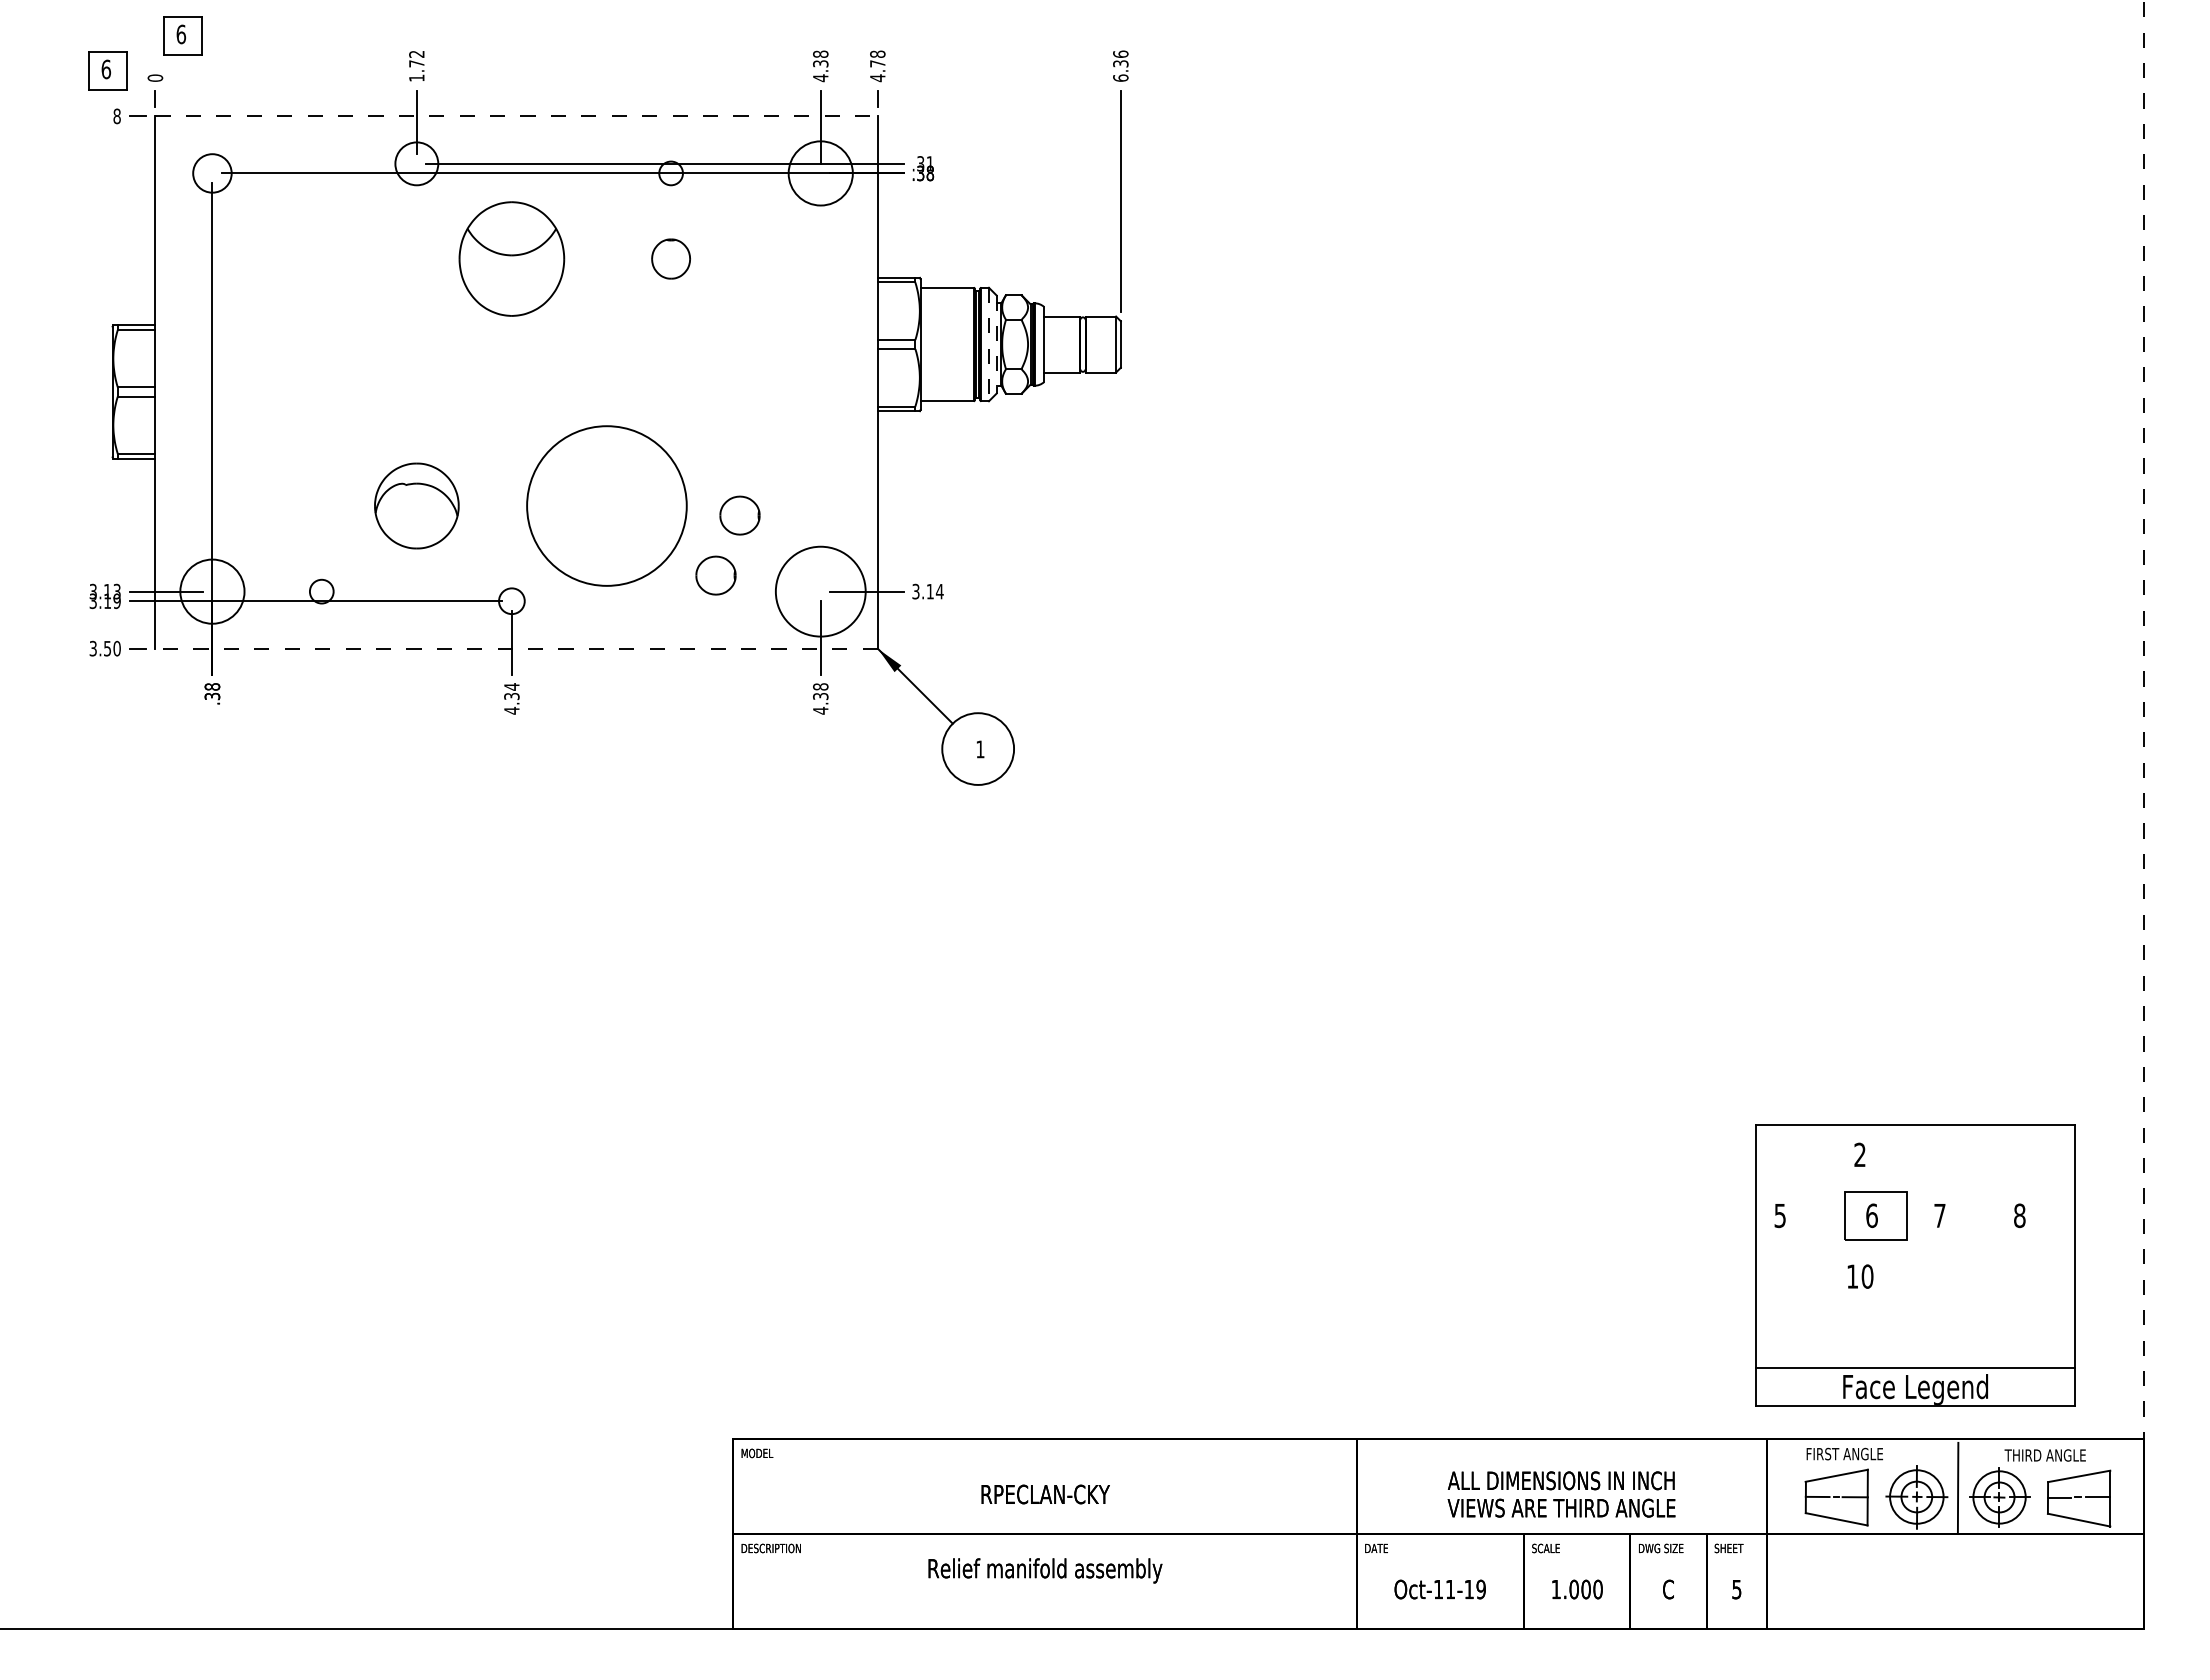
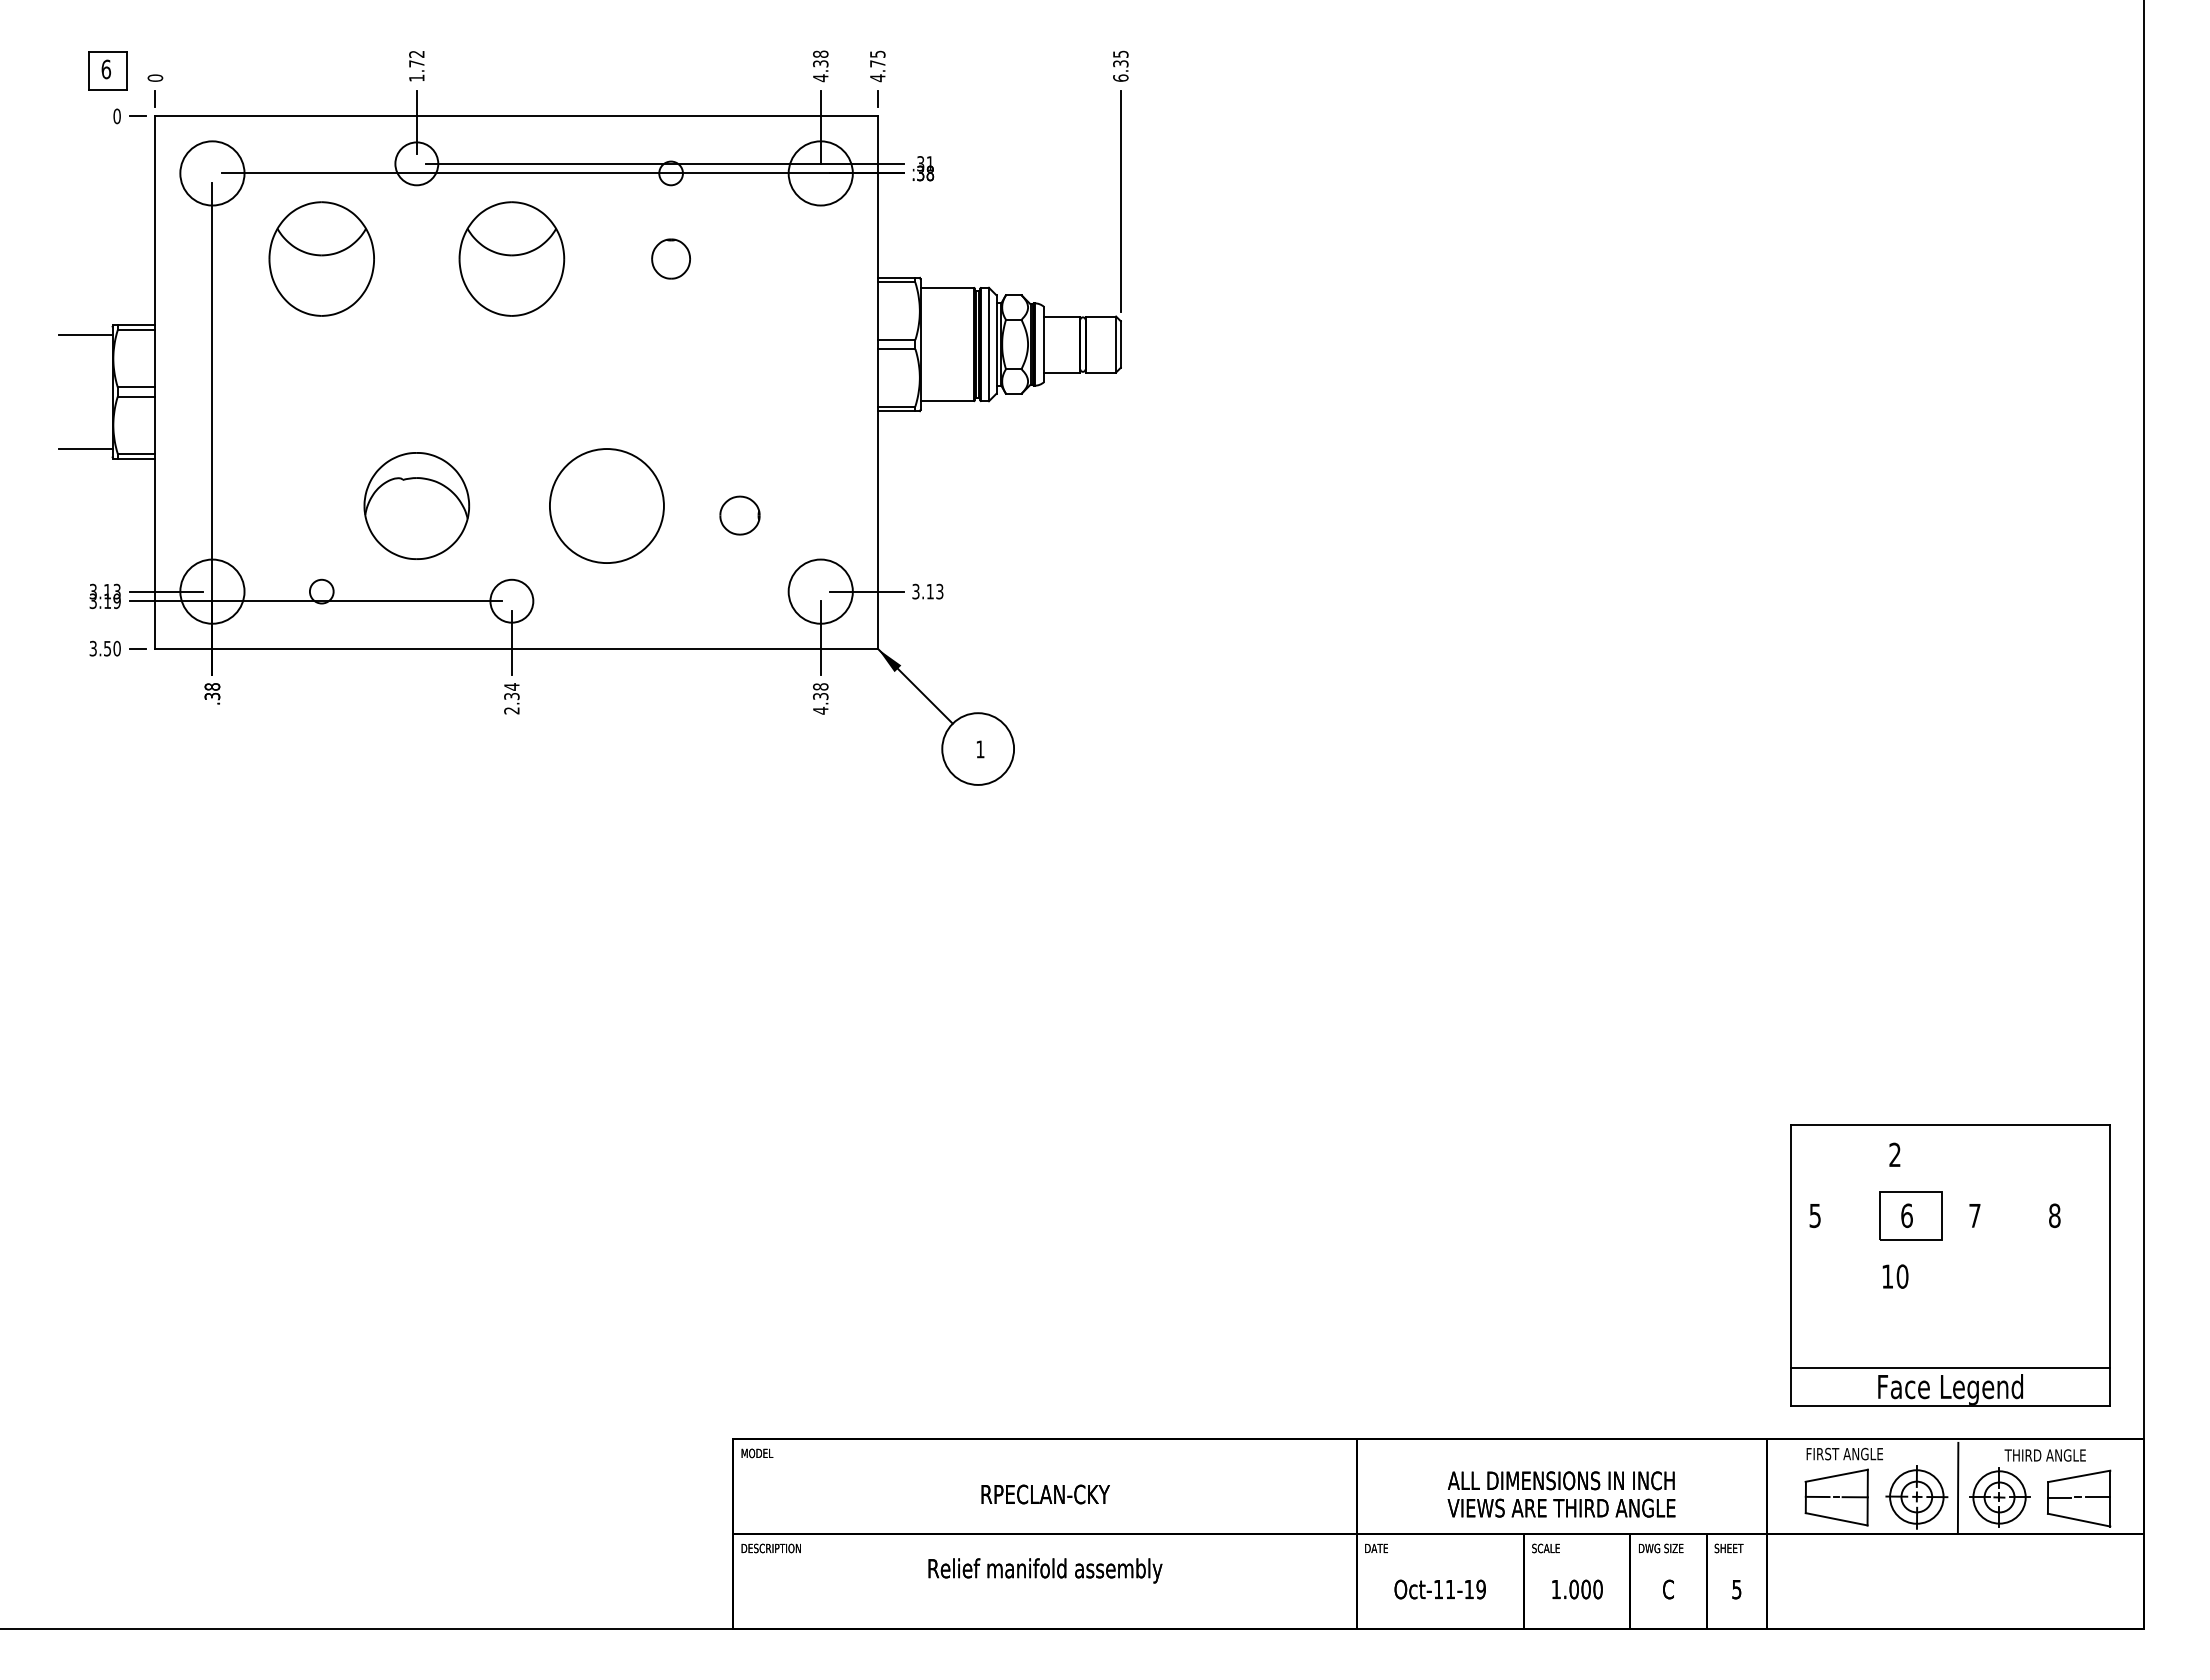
part at (182, 35): present -> none
text at (877, 53): 4.78 -> 4.75
text at (1120, 53): 6.36 -> 6.35
text at (116, 116): 8 -> 0
line at (517, 116): dashed -> solid
circle at (212, 173) diameter: 39 px -> 64 px
part at (321, 258): none -> present
line at (85, 335): none -> present
line at (988, 344): dashed -> solid
line at (996, 345): dashed -> solid
line at (85, 448): none -> present
part at (416, 505) size: 86x88 px -> 108x108 px
circle at (606, 505) diameter: 160 px -> 114 px
part at (715, 575): present -> none
circle at (820, 591) diameter: 90 px -> 64 px
text at (939, 591): 3.14 -> 3.13
circle at (511, 601) diameter: 26 px -> 43 px
line at (516, 648): dashed -> solid
text at (511, 710): 4.34 -> 2.34
line at (2143, 814): dashed -> solid
part at (1915, 1265) position: (1915, 1265) -> (1950, 1265)
